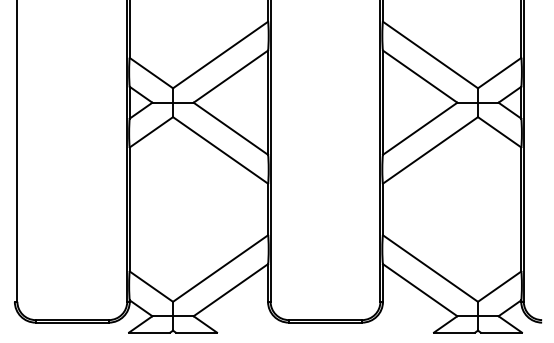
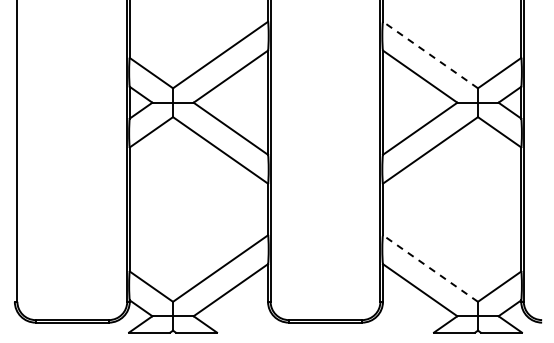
line at (430, 55): solid -> dashed
line at (430, 268): solid -> dashed
